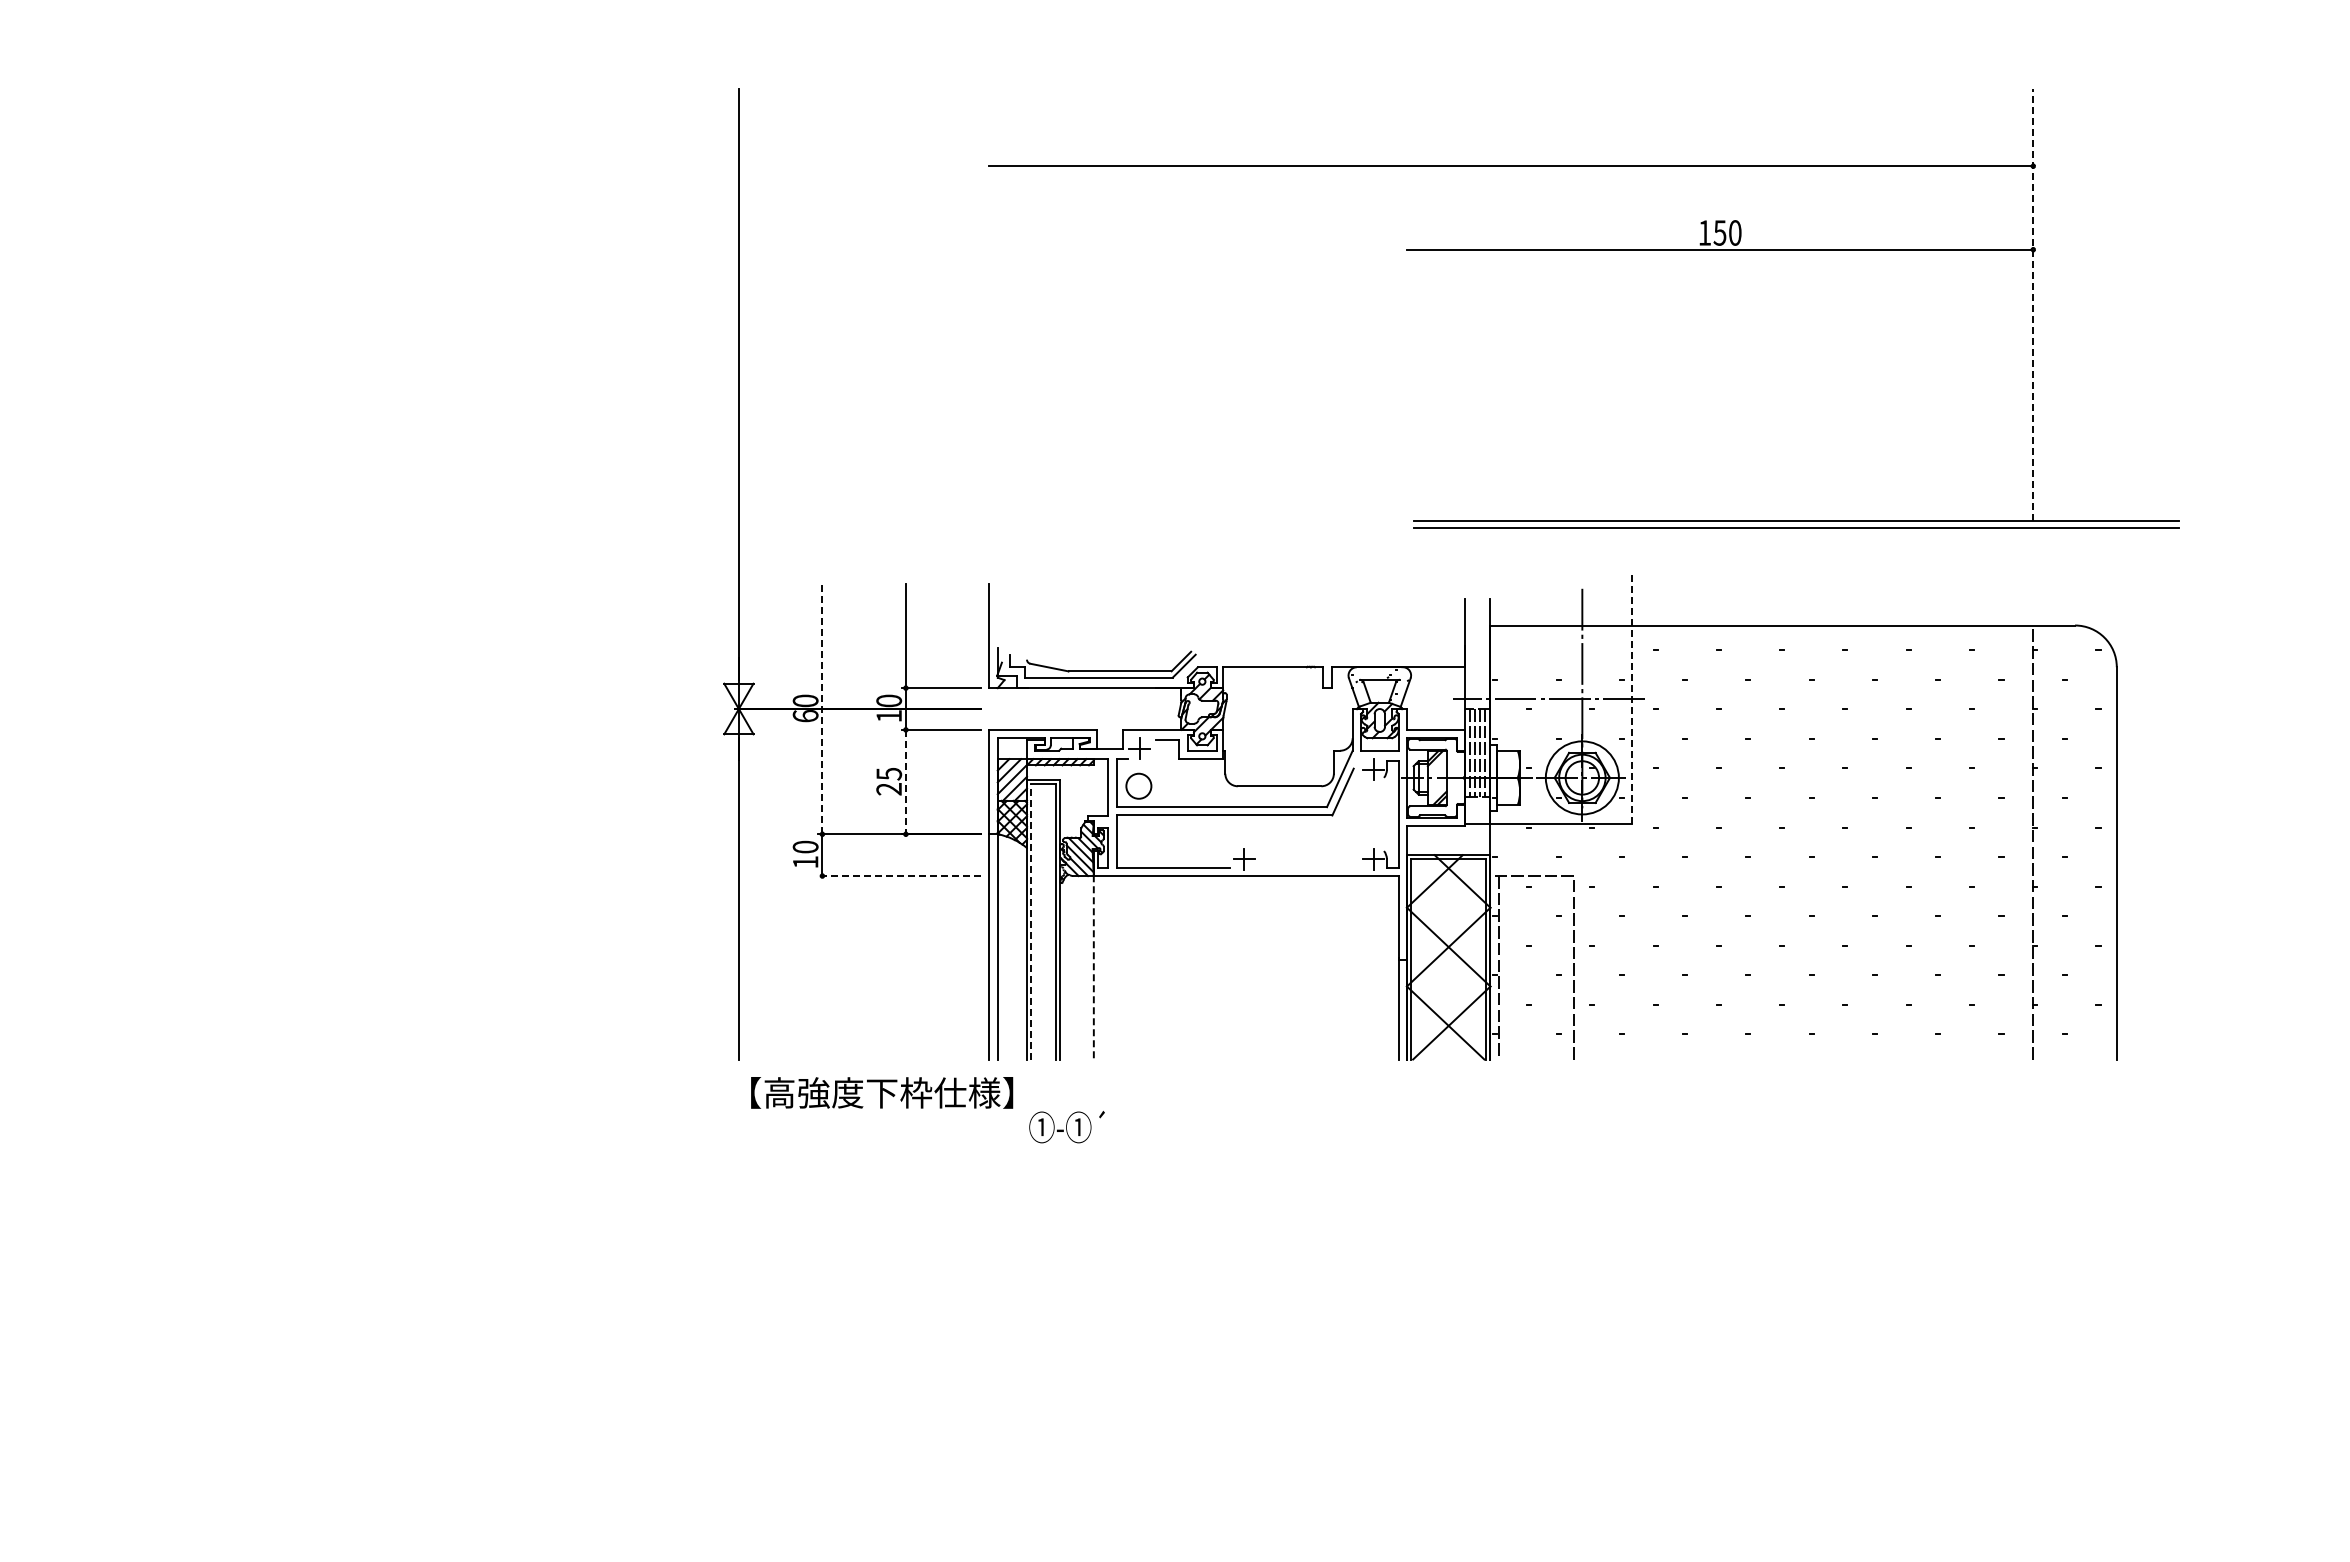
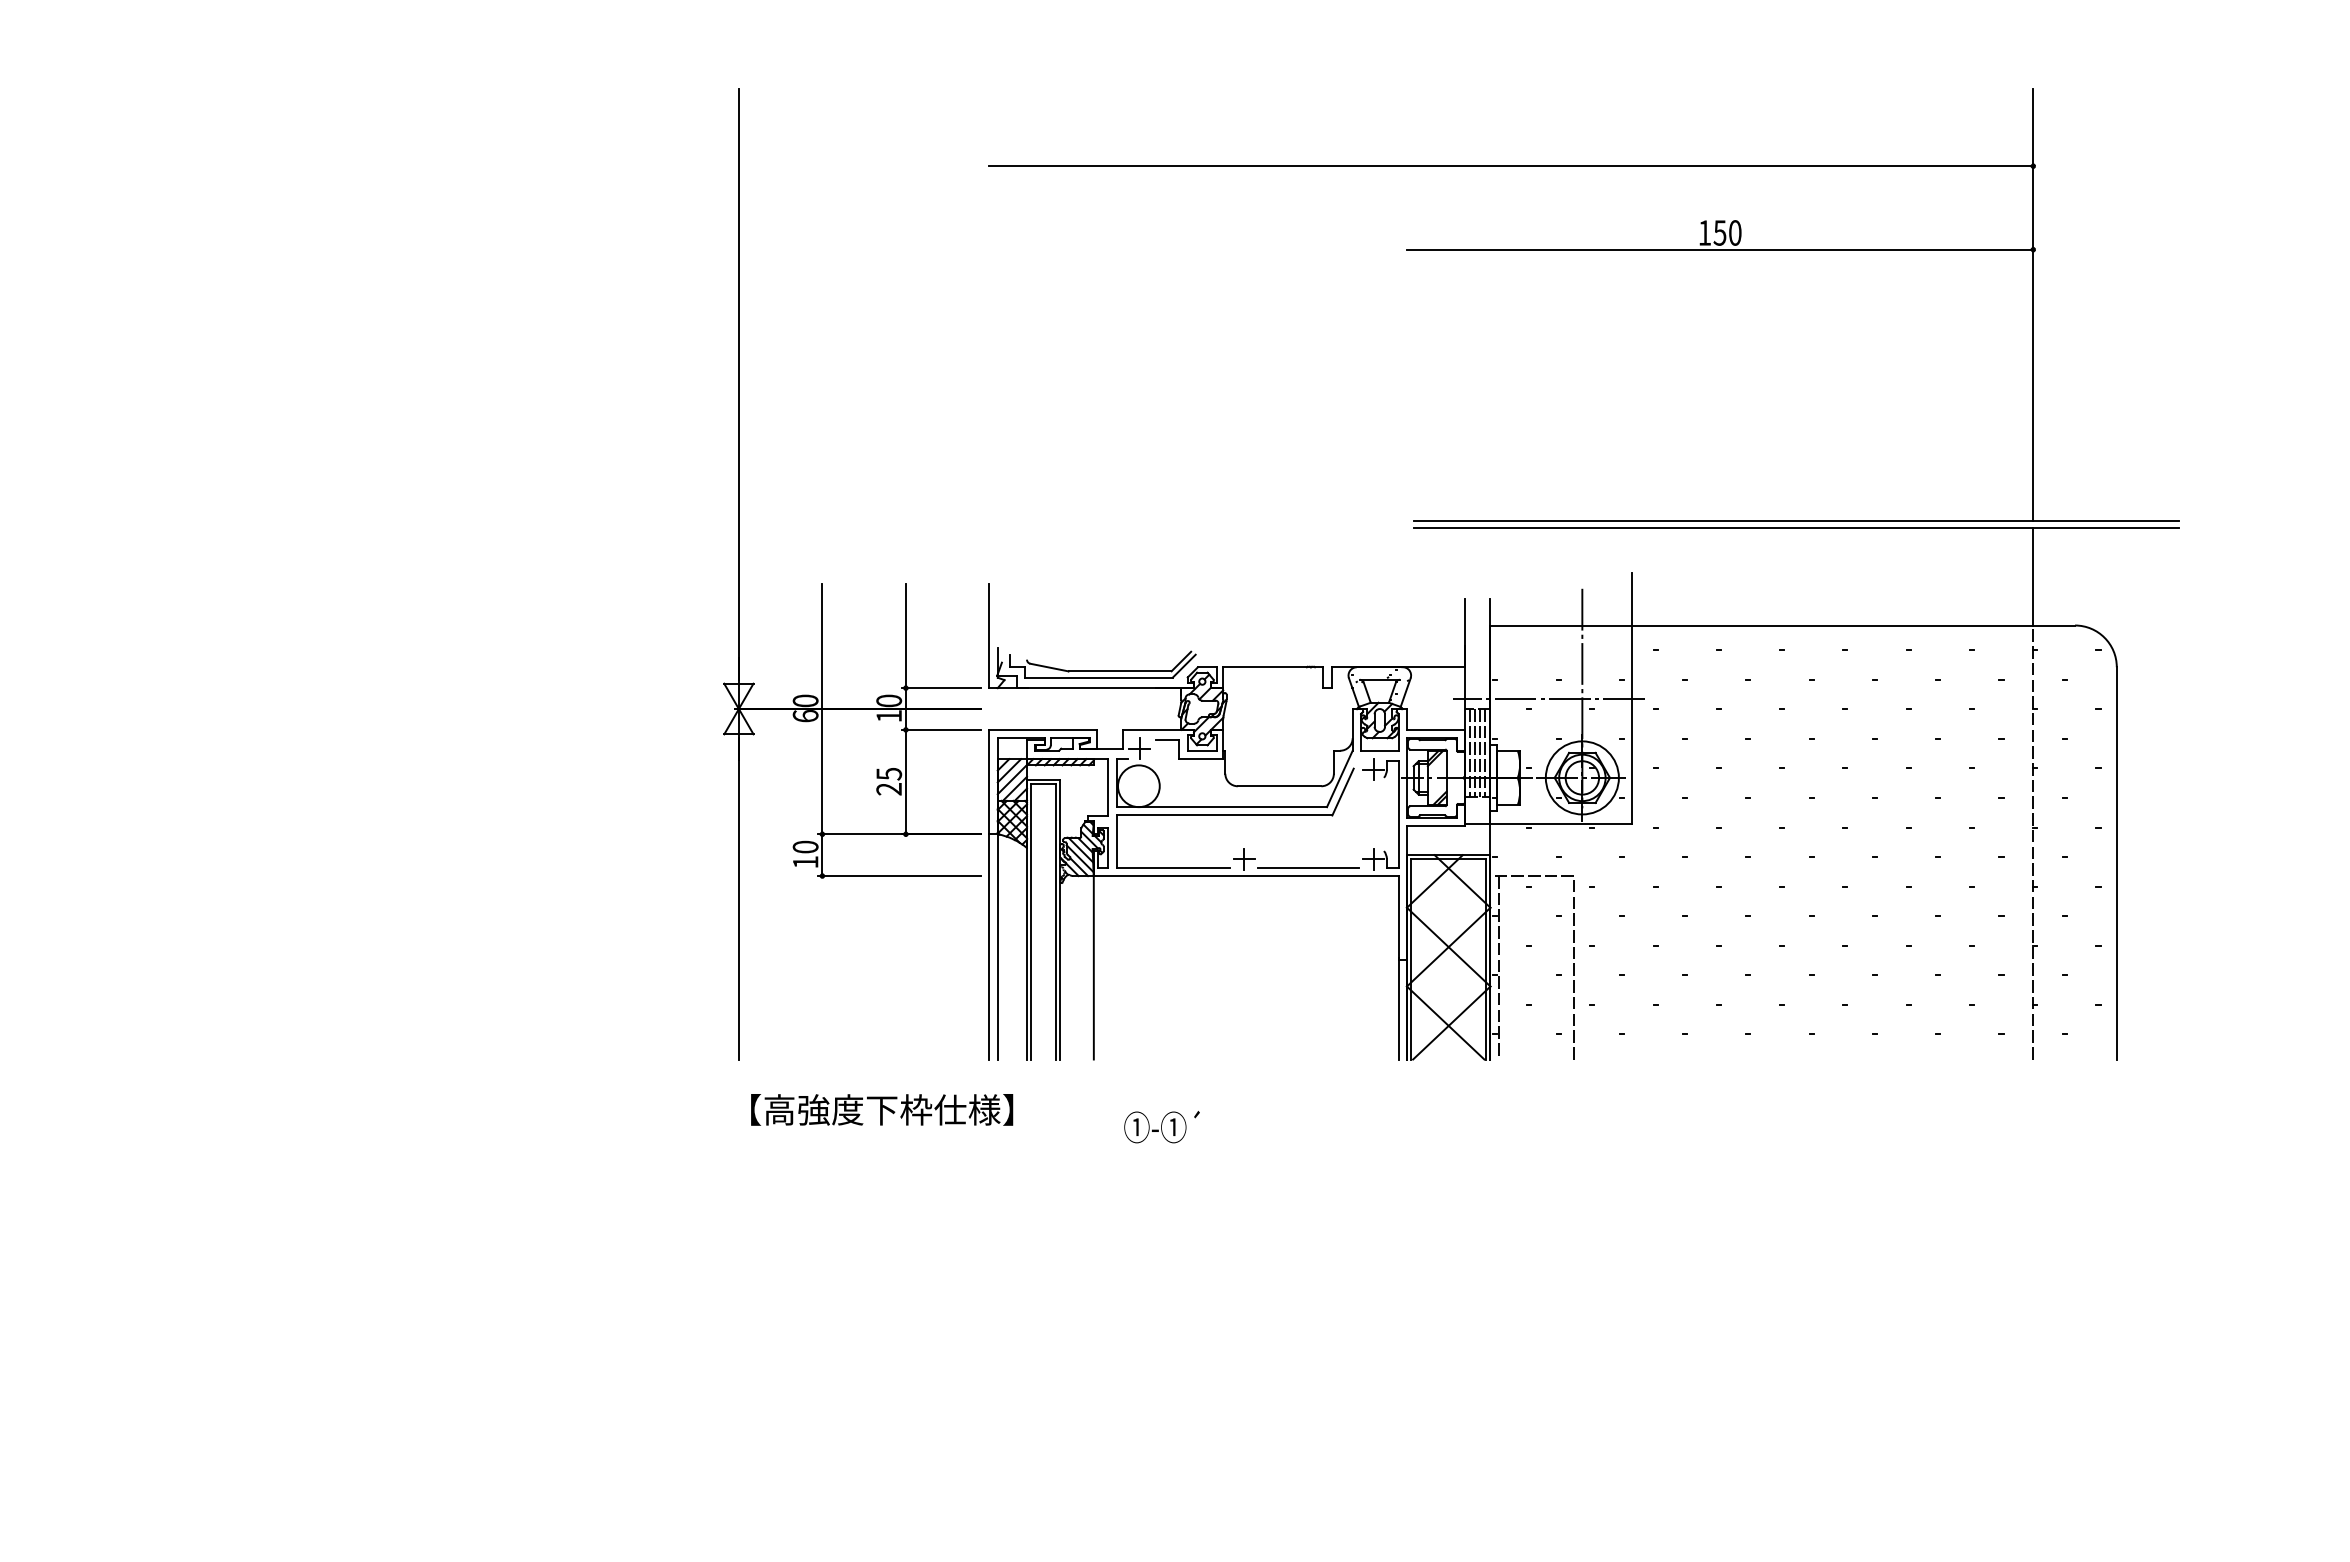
line at (2033, 304): dashed -> solid
line at (2033, 576): none -> present
line at (1632, 698): dashed -> solid
line at (822, 708): dashed -> solid
line at (905, 782): dashed -> solid
circle at (1138, 785) diameter: 25 px -> 42 px
line at (1308, 867): none -> present
line at (899, 876): dashed -> solid
line at (1031, 921): dashed -> solid
line at (1093, 961): dashed -> solid
text at (882, 1092) position: (882, 1092) -> (882, 1109)
text at (1066, 1127) position: (1066, 1127) -> (1161, 1127)
